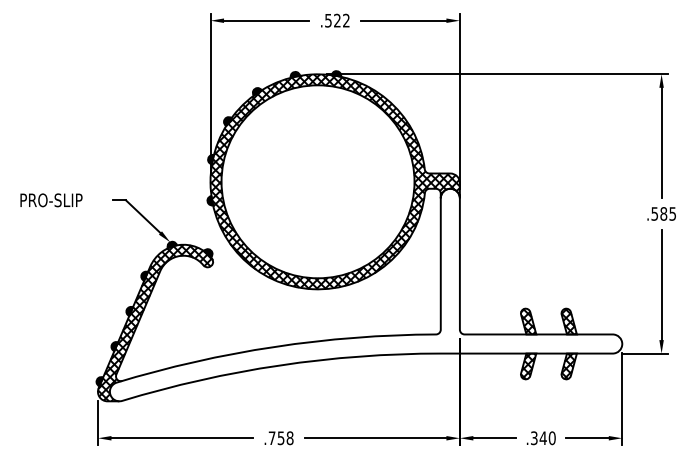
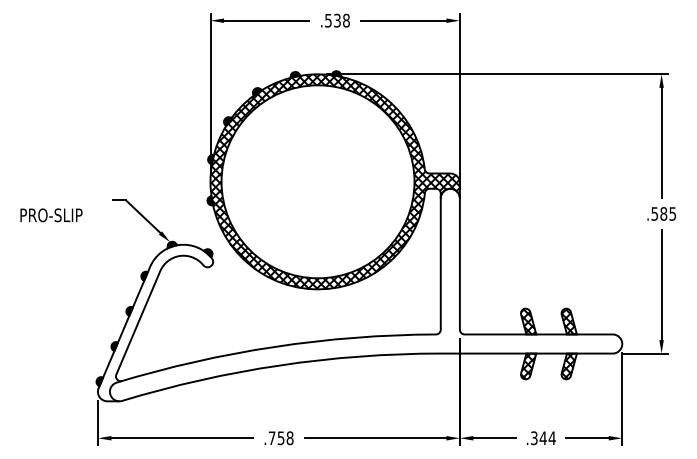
text at (341, 20): .522 -> .538
text at (51, 200) position: (51, 200) -> (51, 215)
hatch at (155, 322): present -> none
text at (551, 438): .340 -> .344
